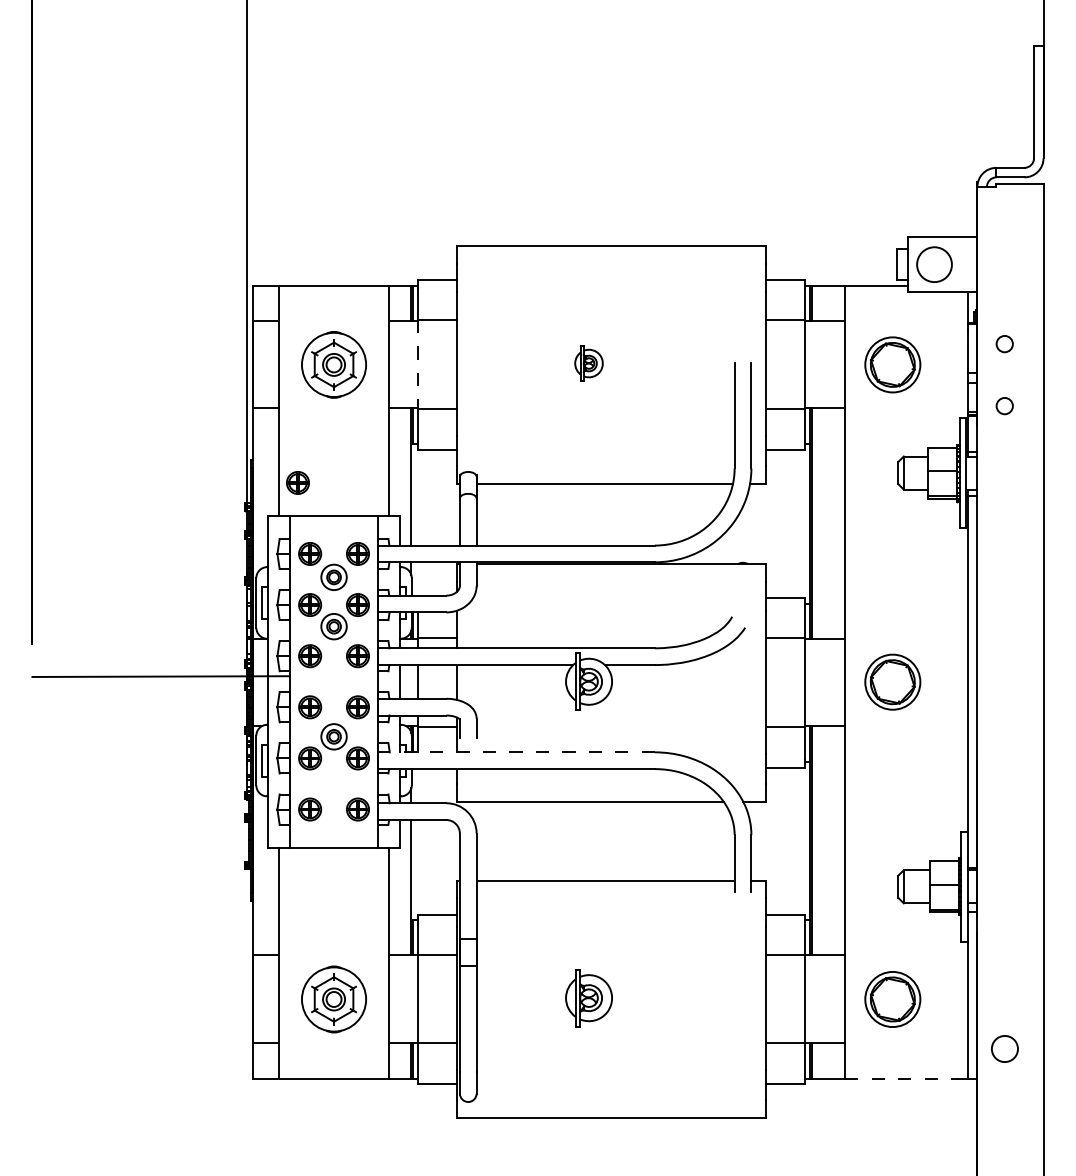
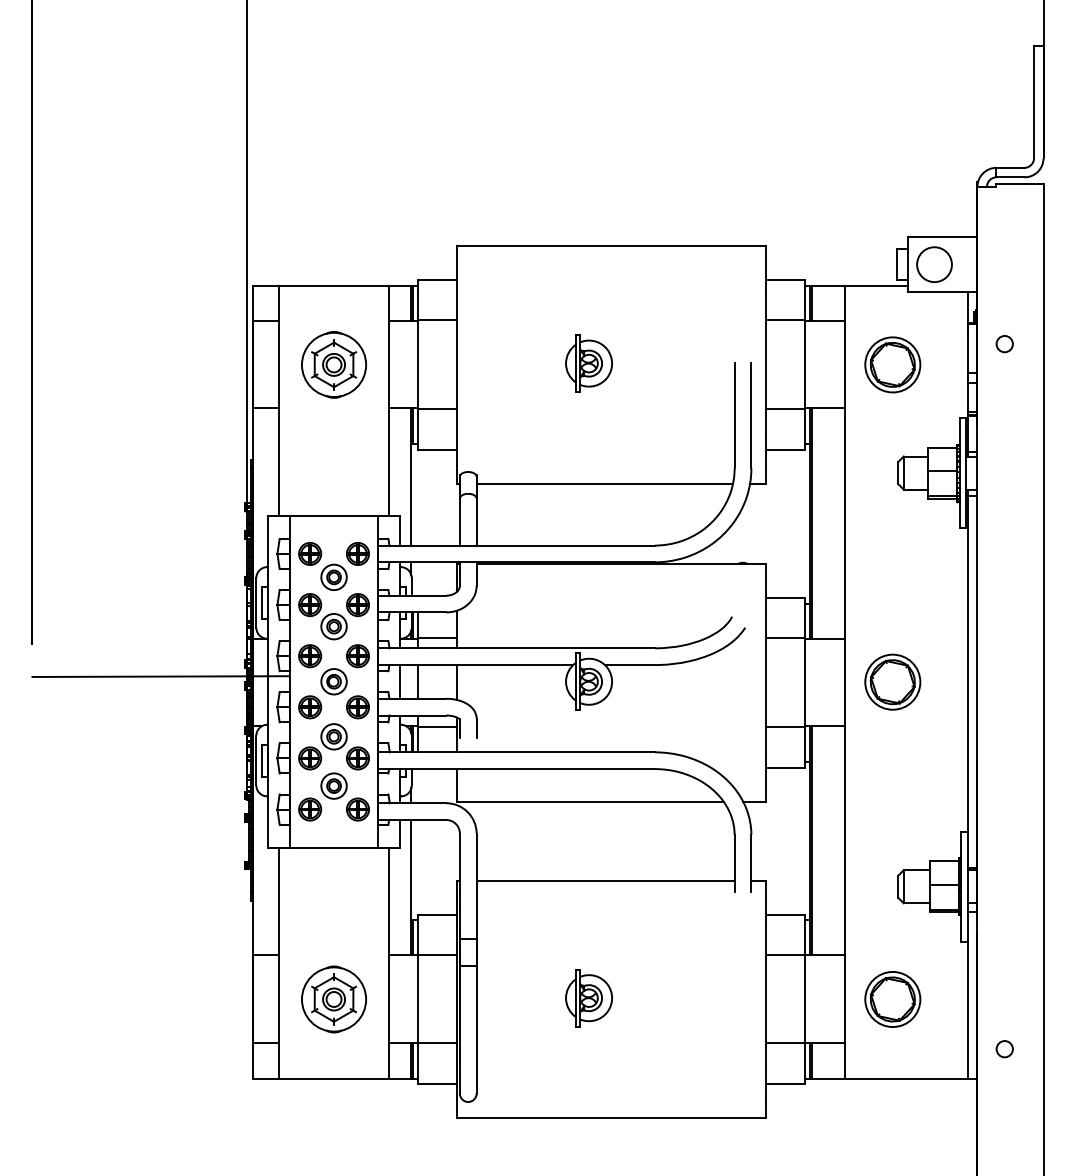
part at (588, 363) size: 30x37 px -> 48x59 px
line at (418, 364): dashed -> solid
circle at (1004, 406): present -> none
part at (297, 482): present -> none
part at (333, 681): none -> present
line at (516, 752): dashed -> solid
part at (333, 785): none -> present
circle at (1004, 1048) size: 28x28 px -> 19x19 px
line at (902, 1078): dashed -> solid
